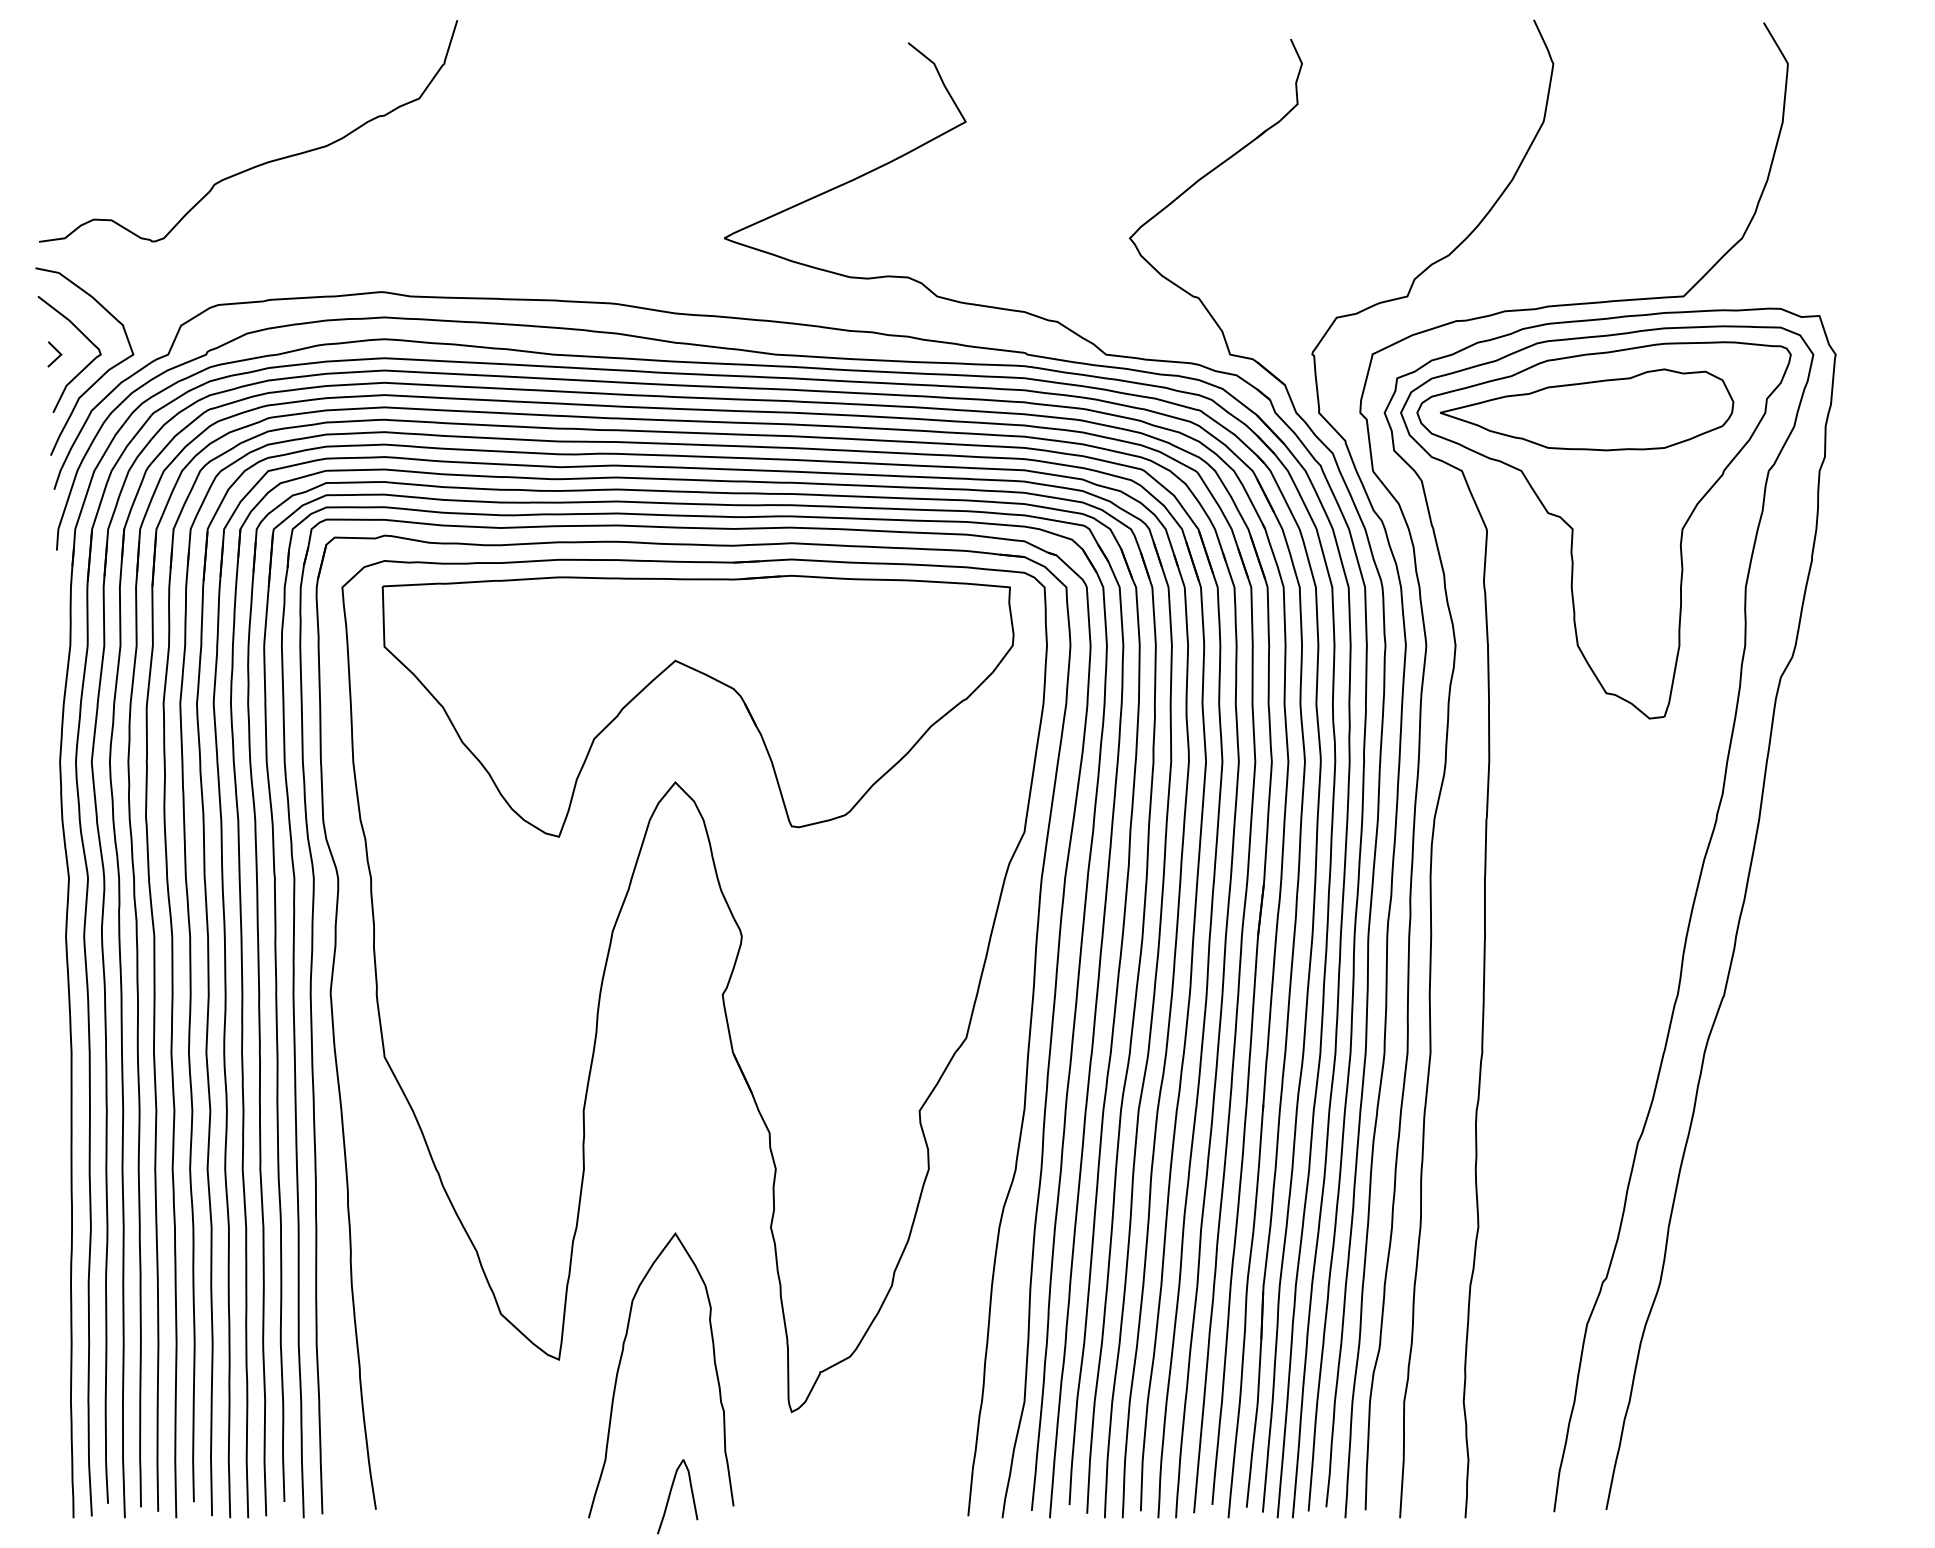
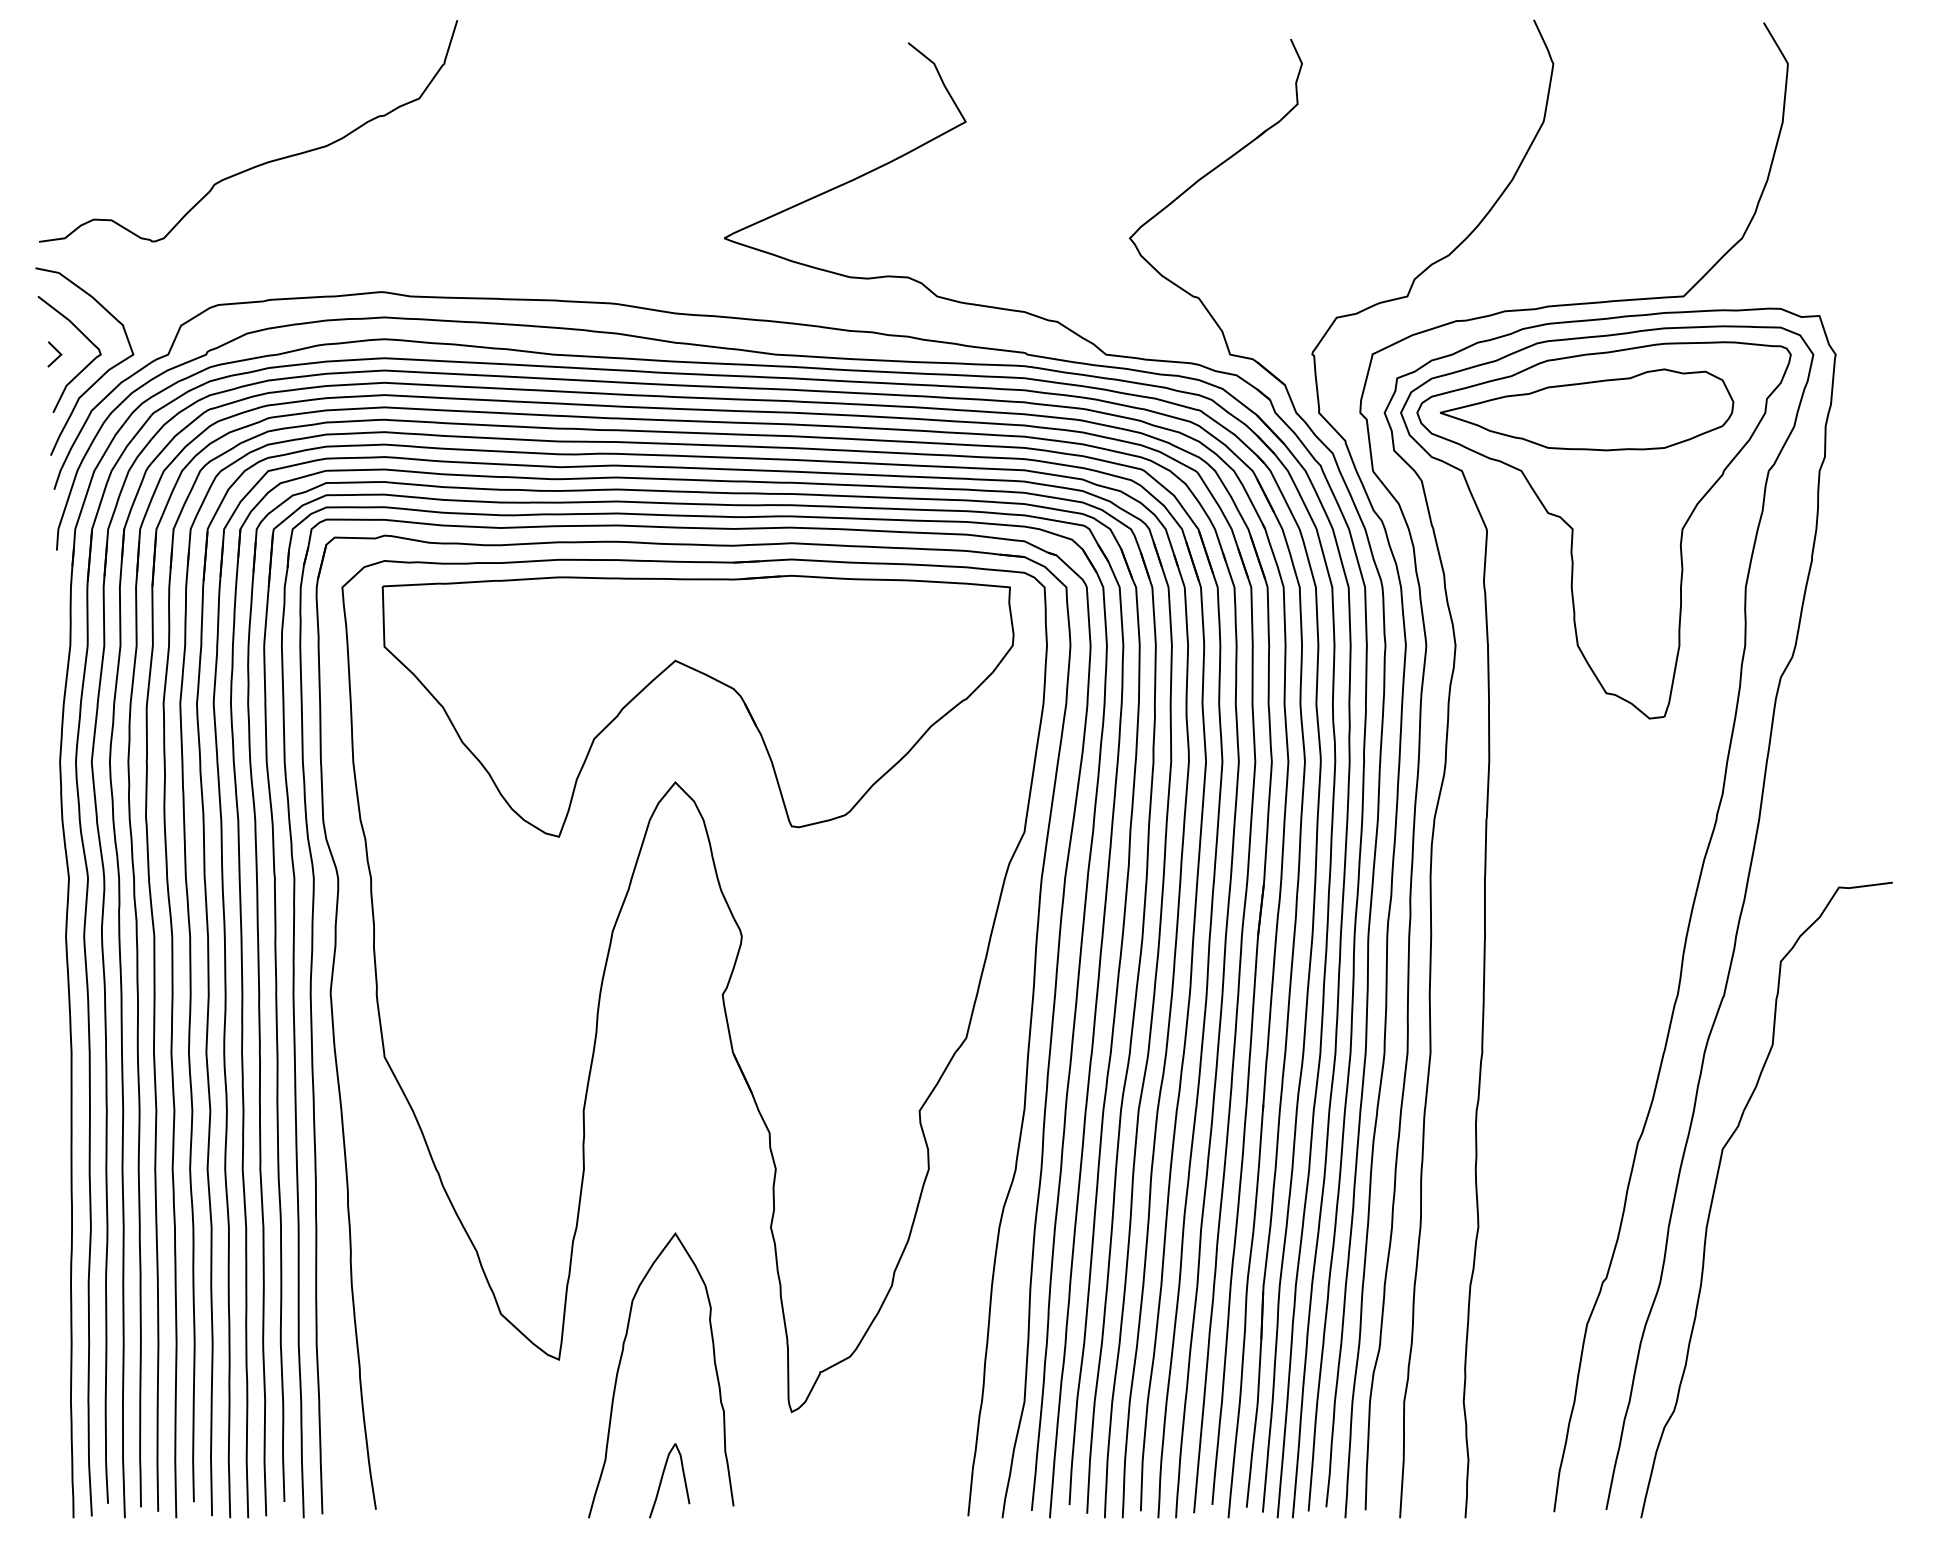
curve at (1715, 1190): none -> present
curve at (670, 1496) position: (670, 1496) -> (662, 1480)
